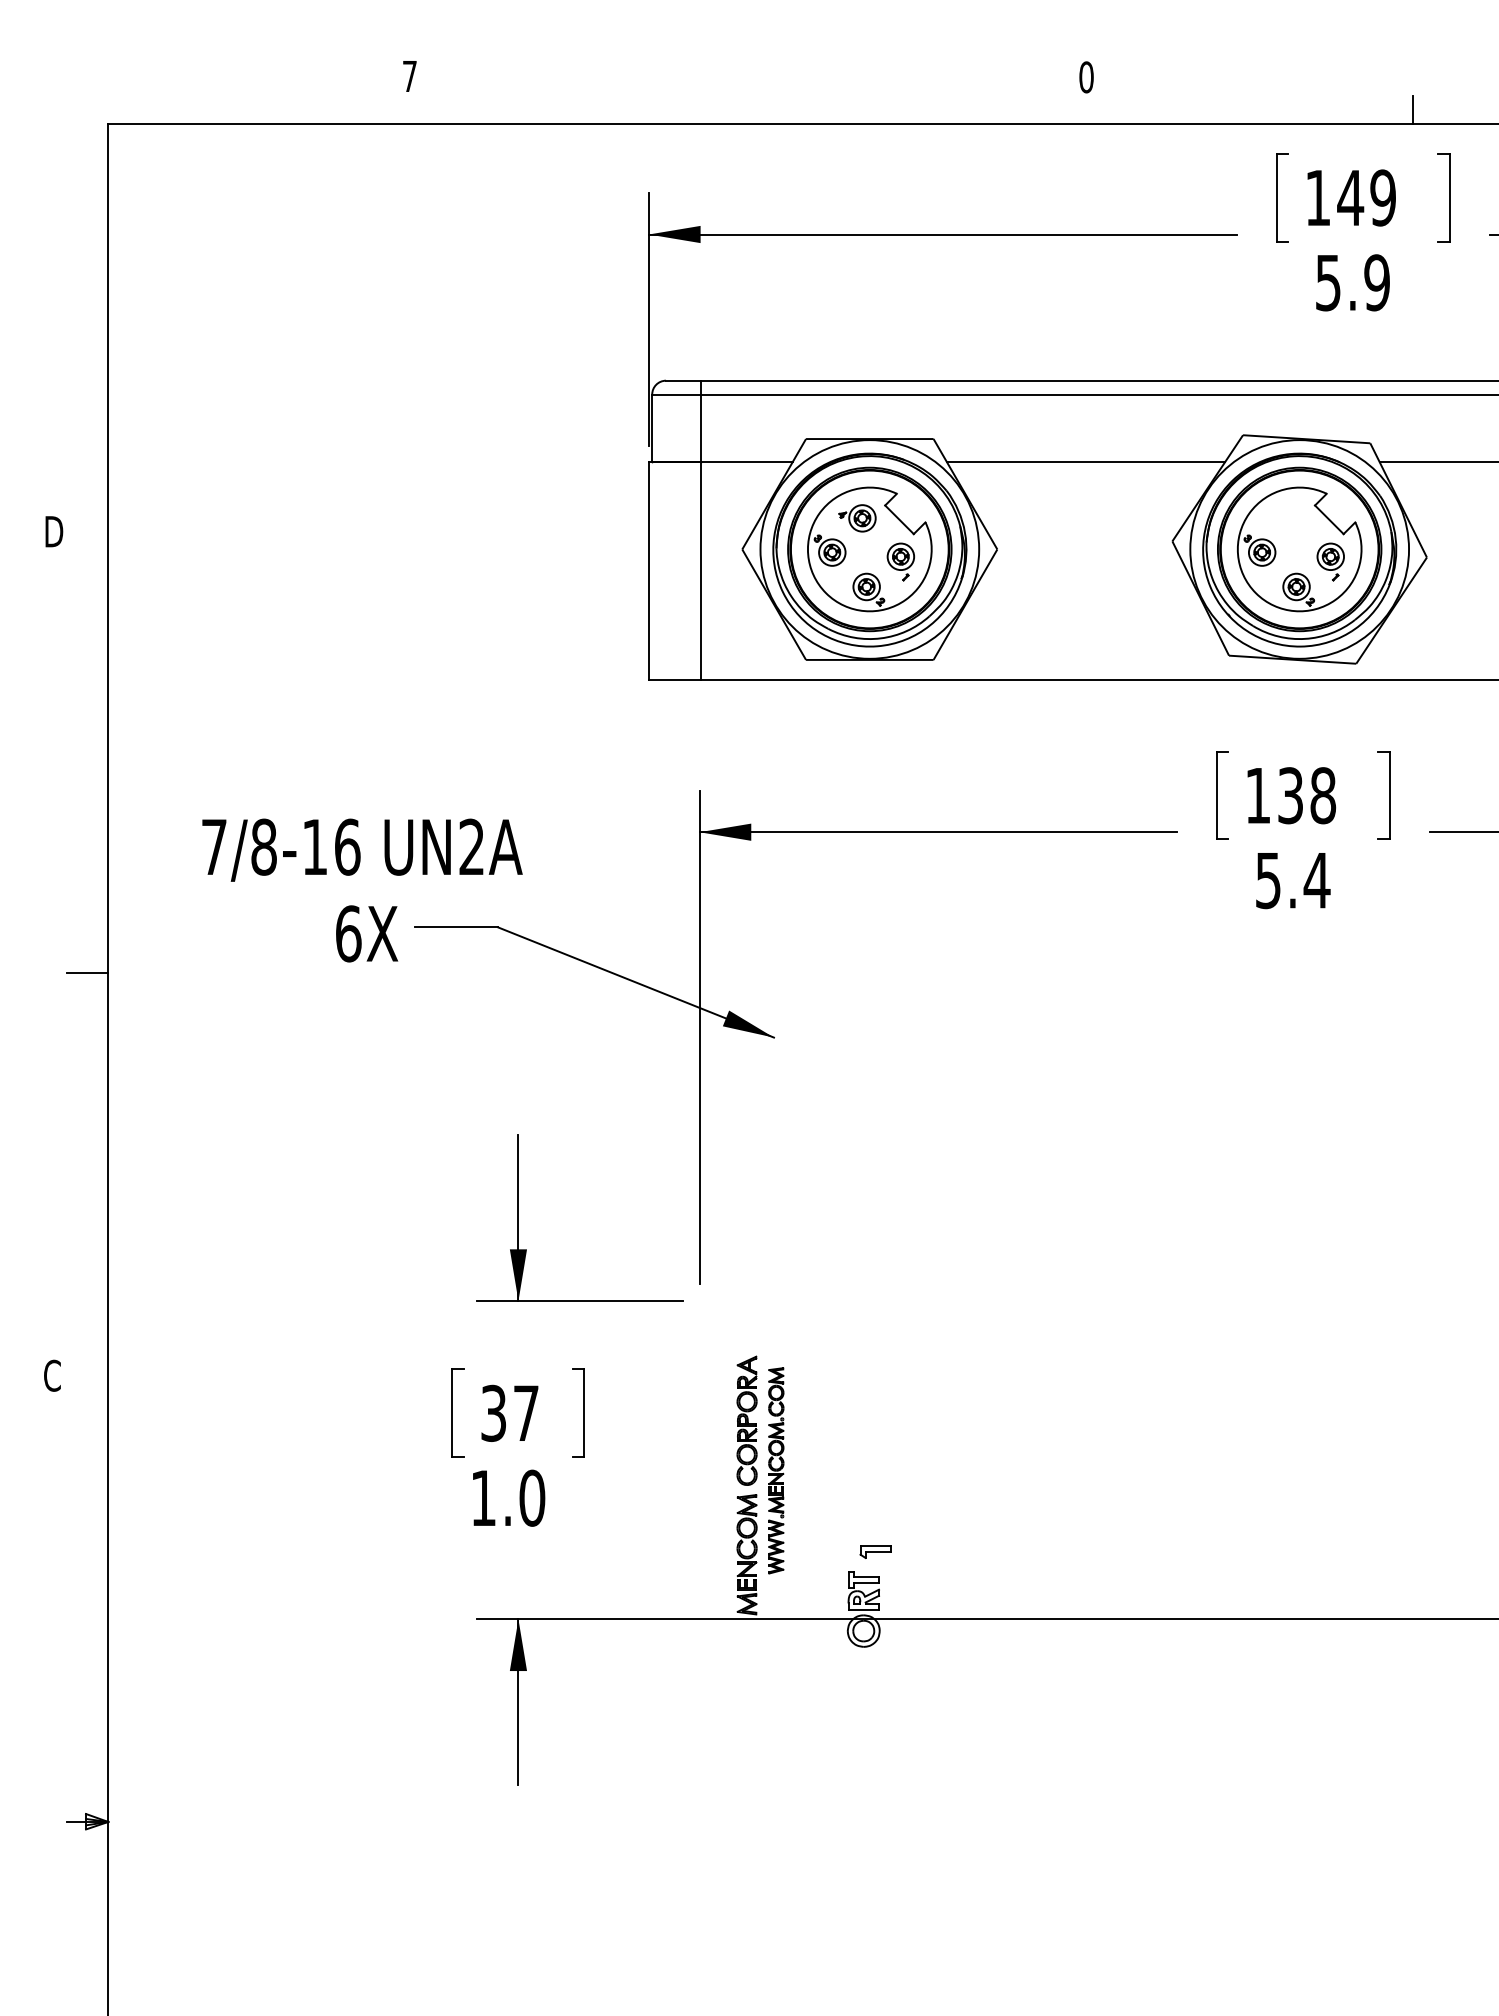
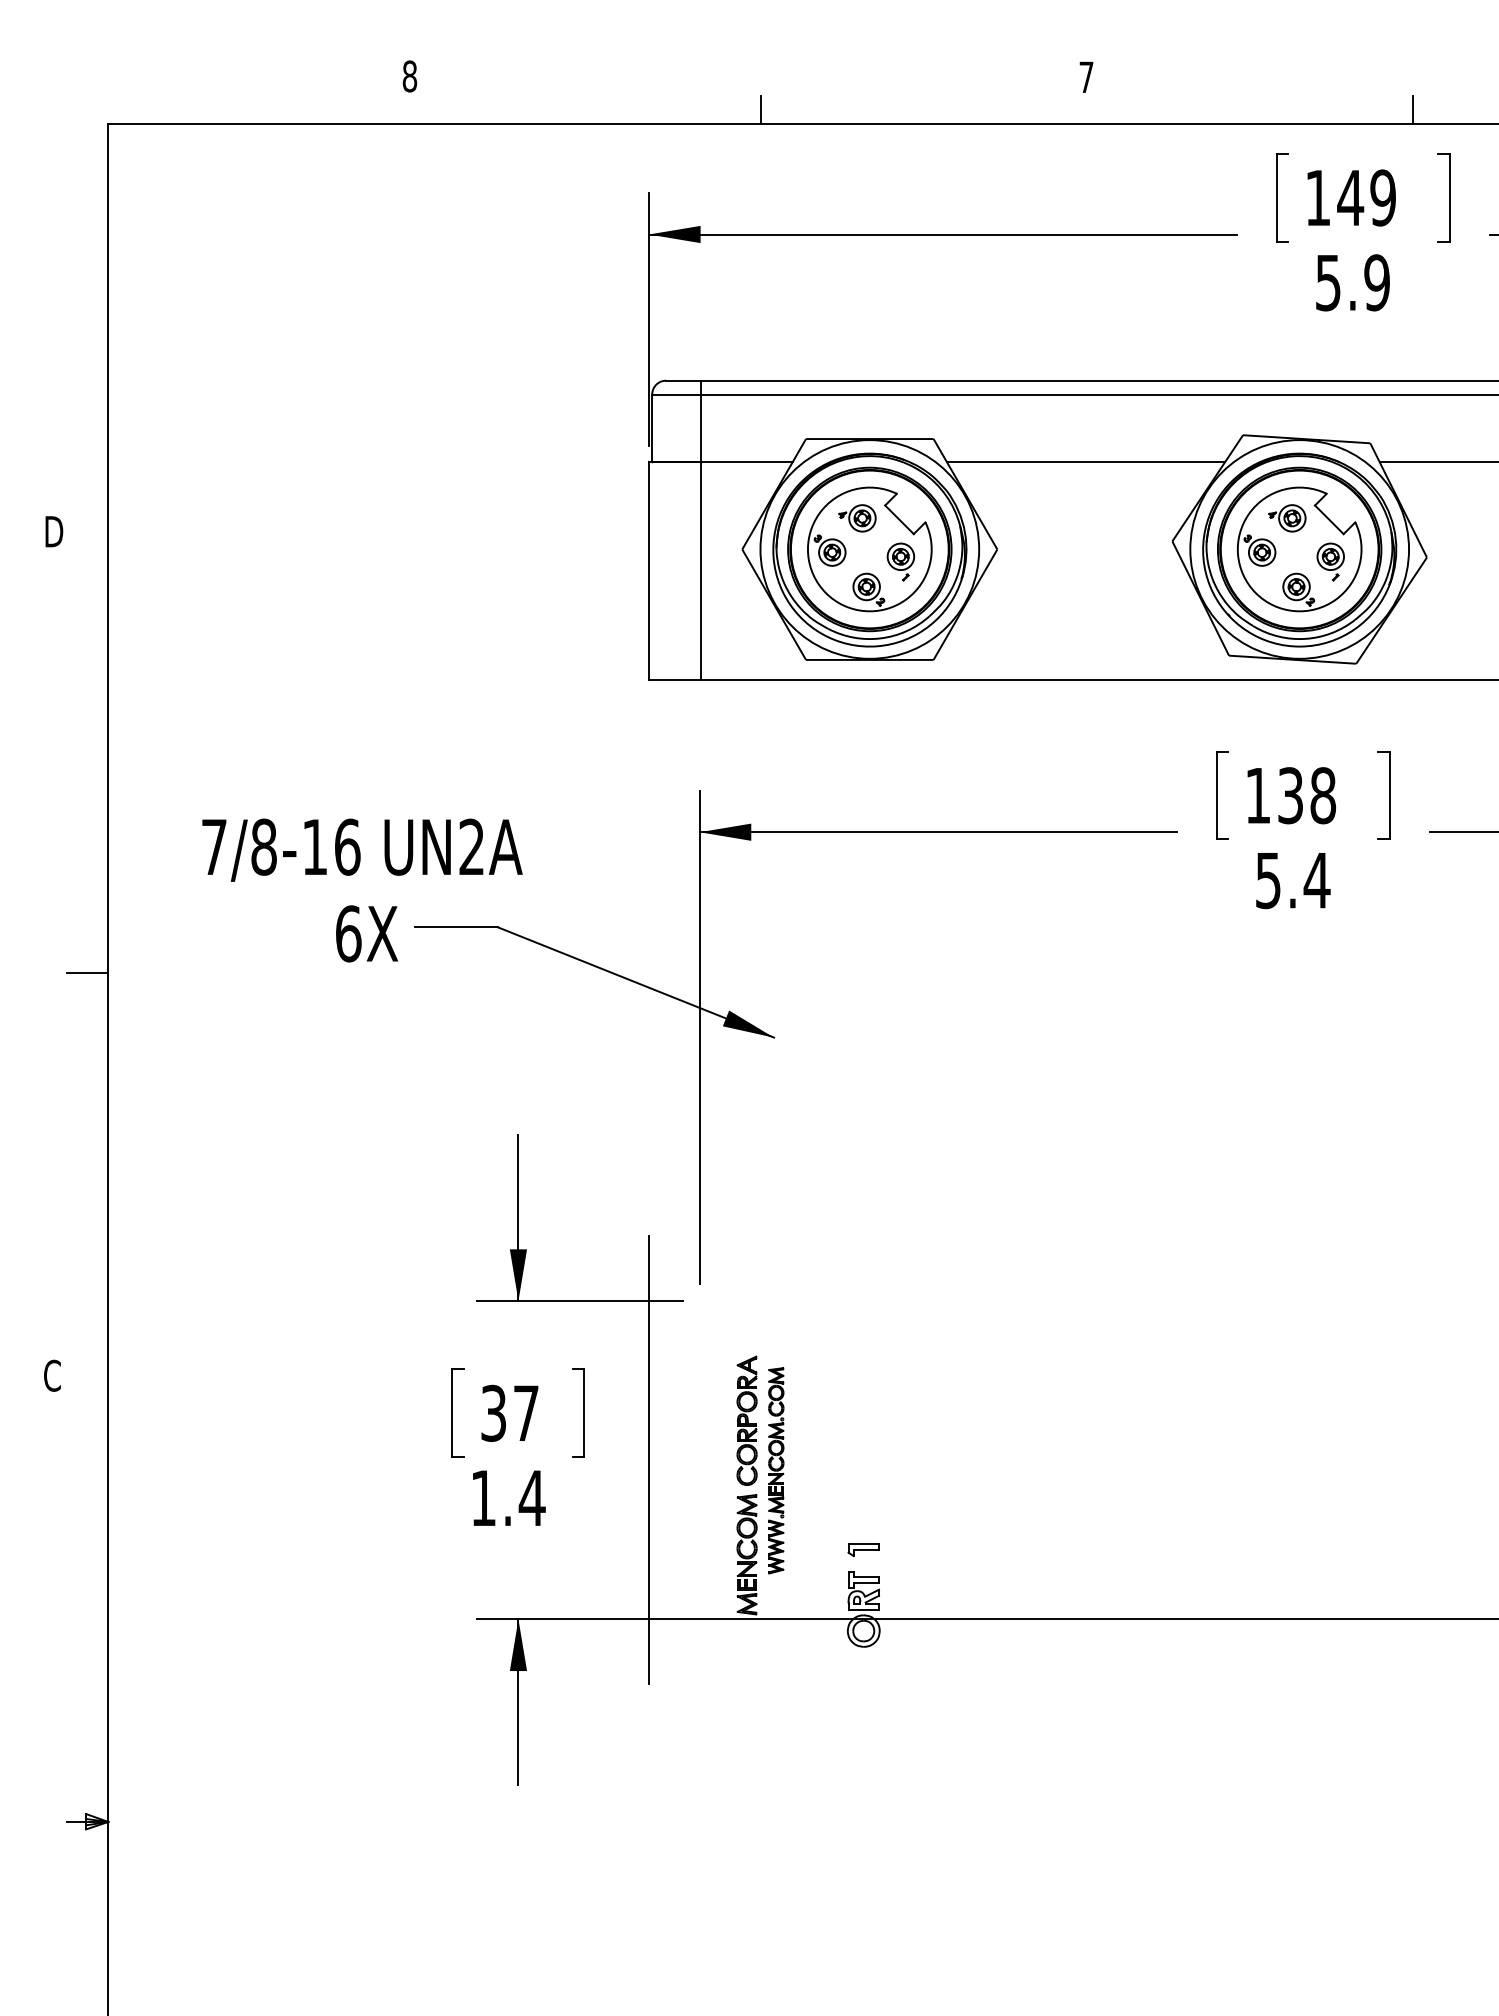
text at (409, 76): 7 -> 8
text at (1086, 77): 0 -> 7
line at (760, 109): none -> present
part at (1287, 518): none -> present
line at (648, 1460): none -> present
text at (531, 1497): 1.0 -> 1.4
part at (875, 1551) position: (875, 1551) -> (863, 1549)
